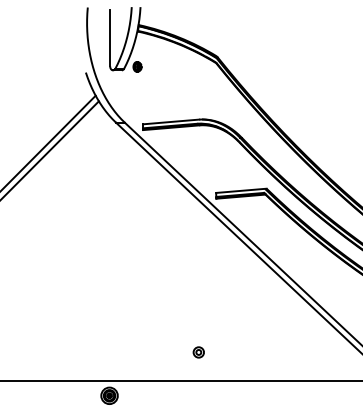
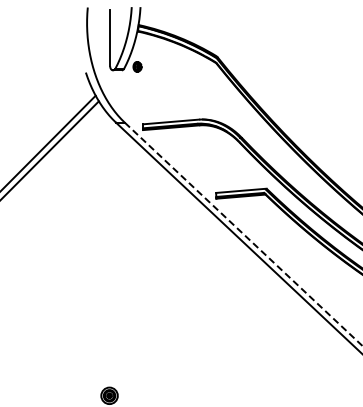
line at (244, 234): solid -> dashed
part at (198, 352): present -> none
line at (180, 380): present -> none
